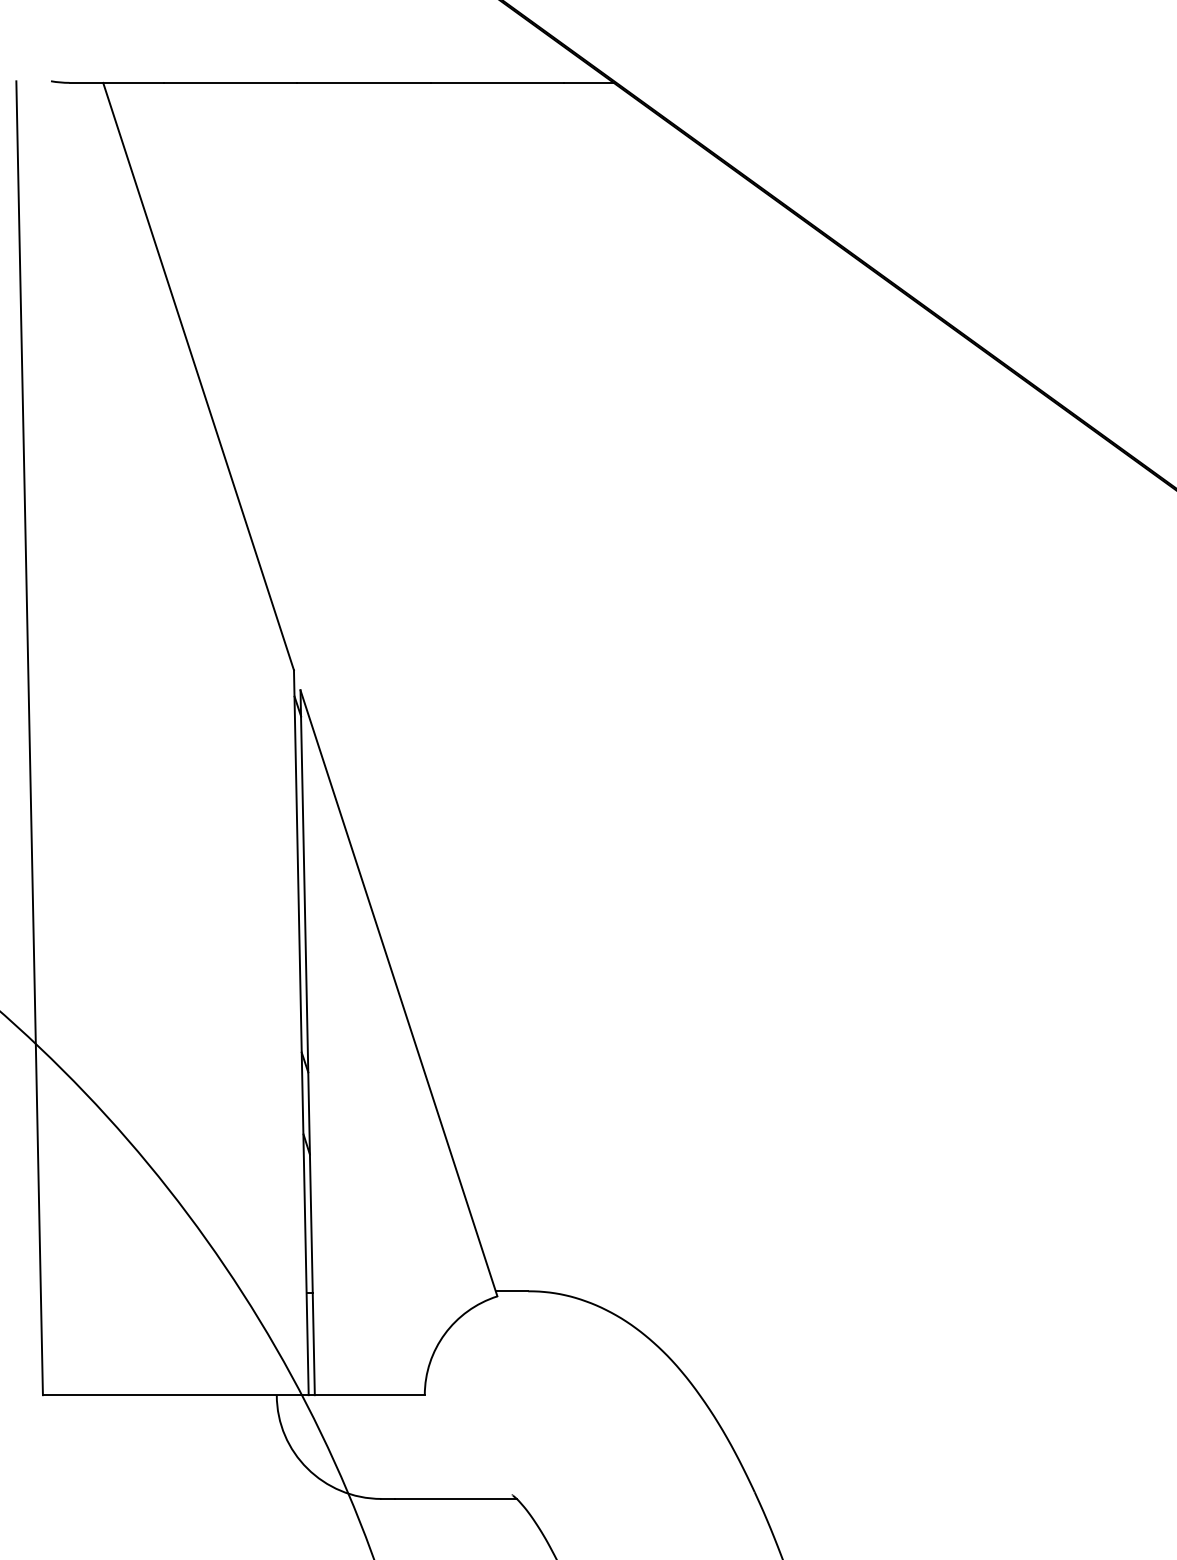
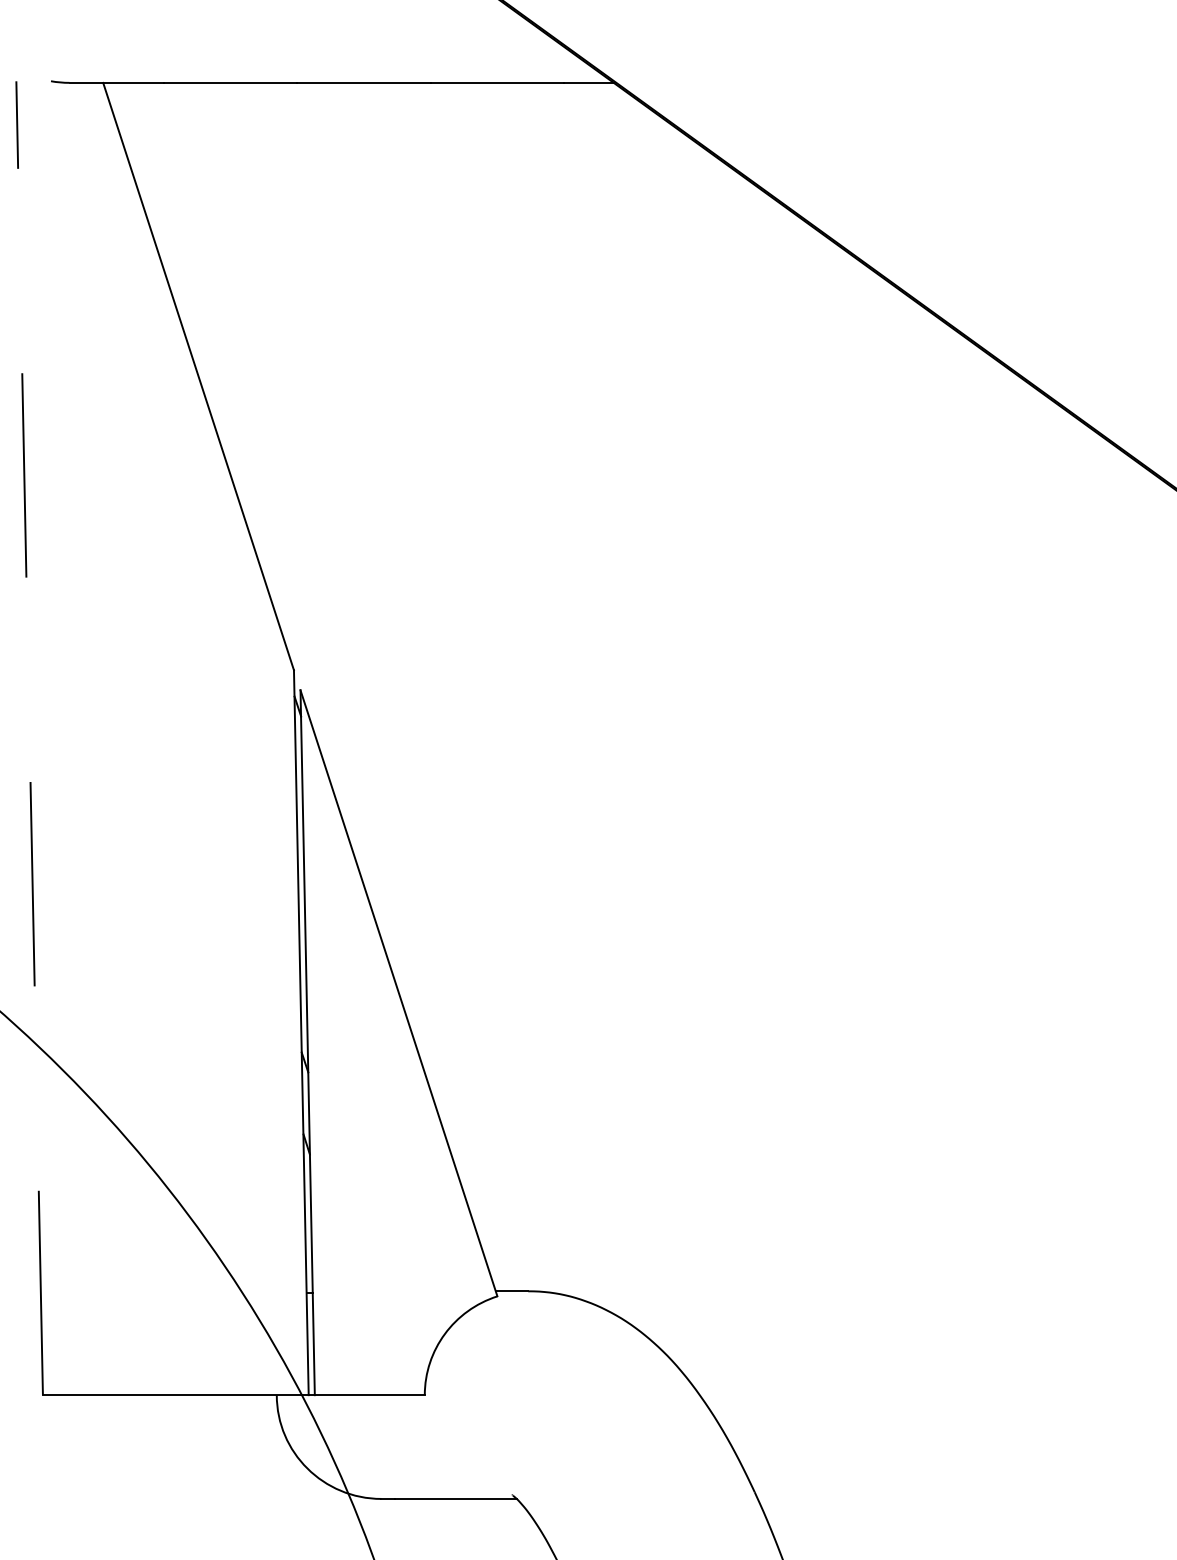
line at (29, 737): solid -> dashed
